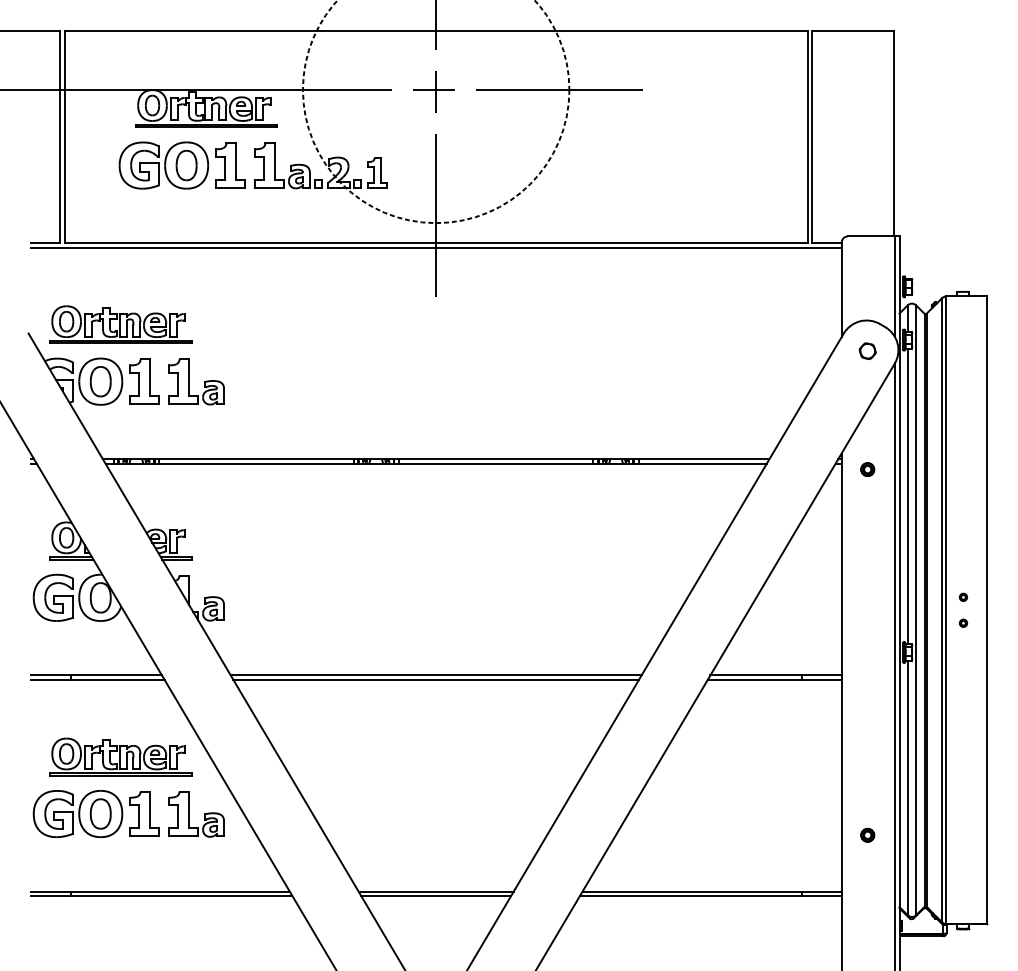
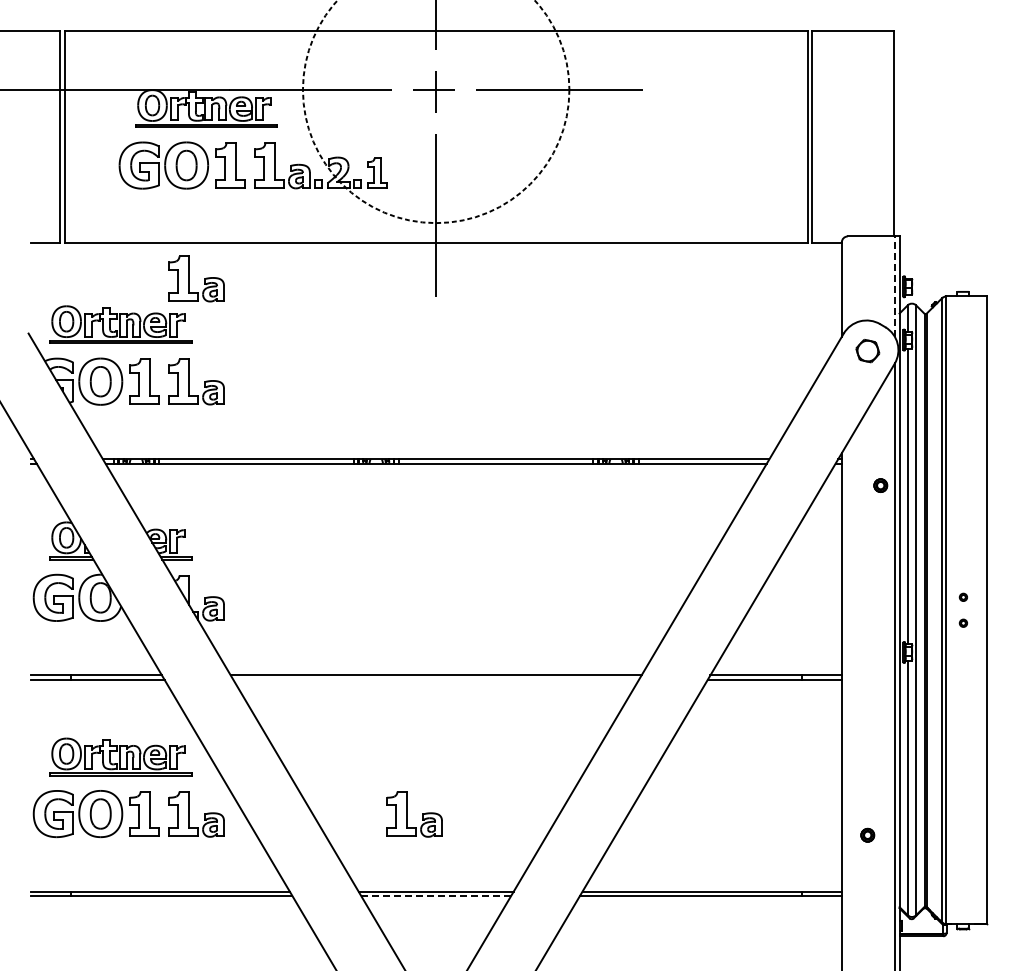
line at (435, 247): present -> none
part at (189, 278): none -> present
line at (894, 286): solid -> dashed
part at (867, 351) size: 19x19 px -> 26x26 px
part at (867, 469) position: (867, 469) -> (880, 485)
line at (435, 679): present -> none
part at (407, 814): none -> present
line at (436, 896): solid -> dashed
